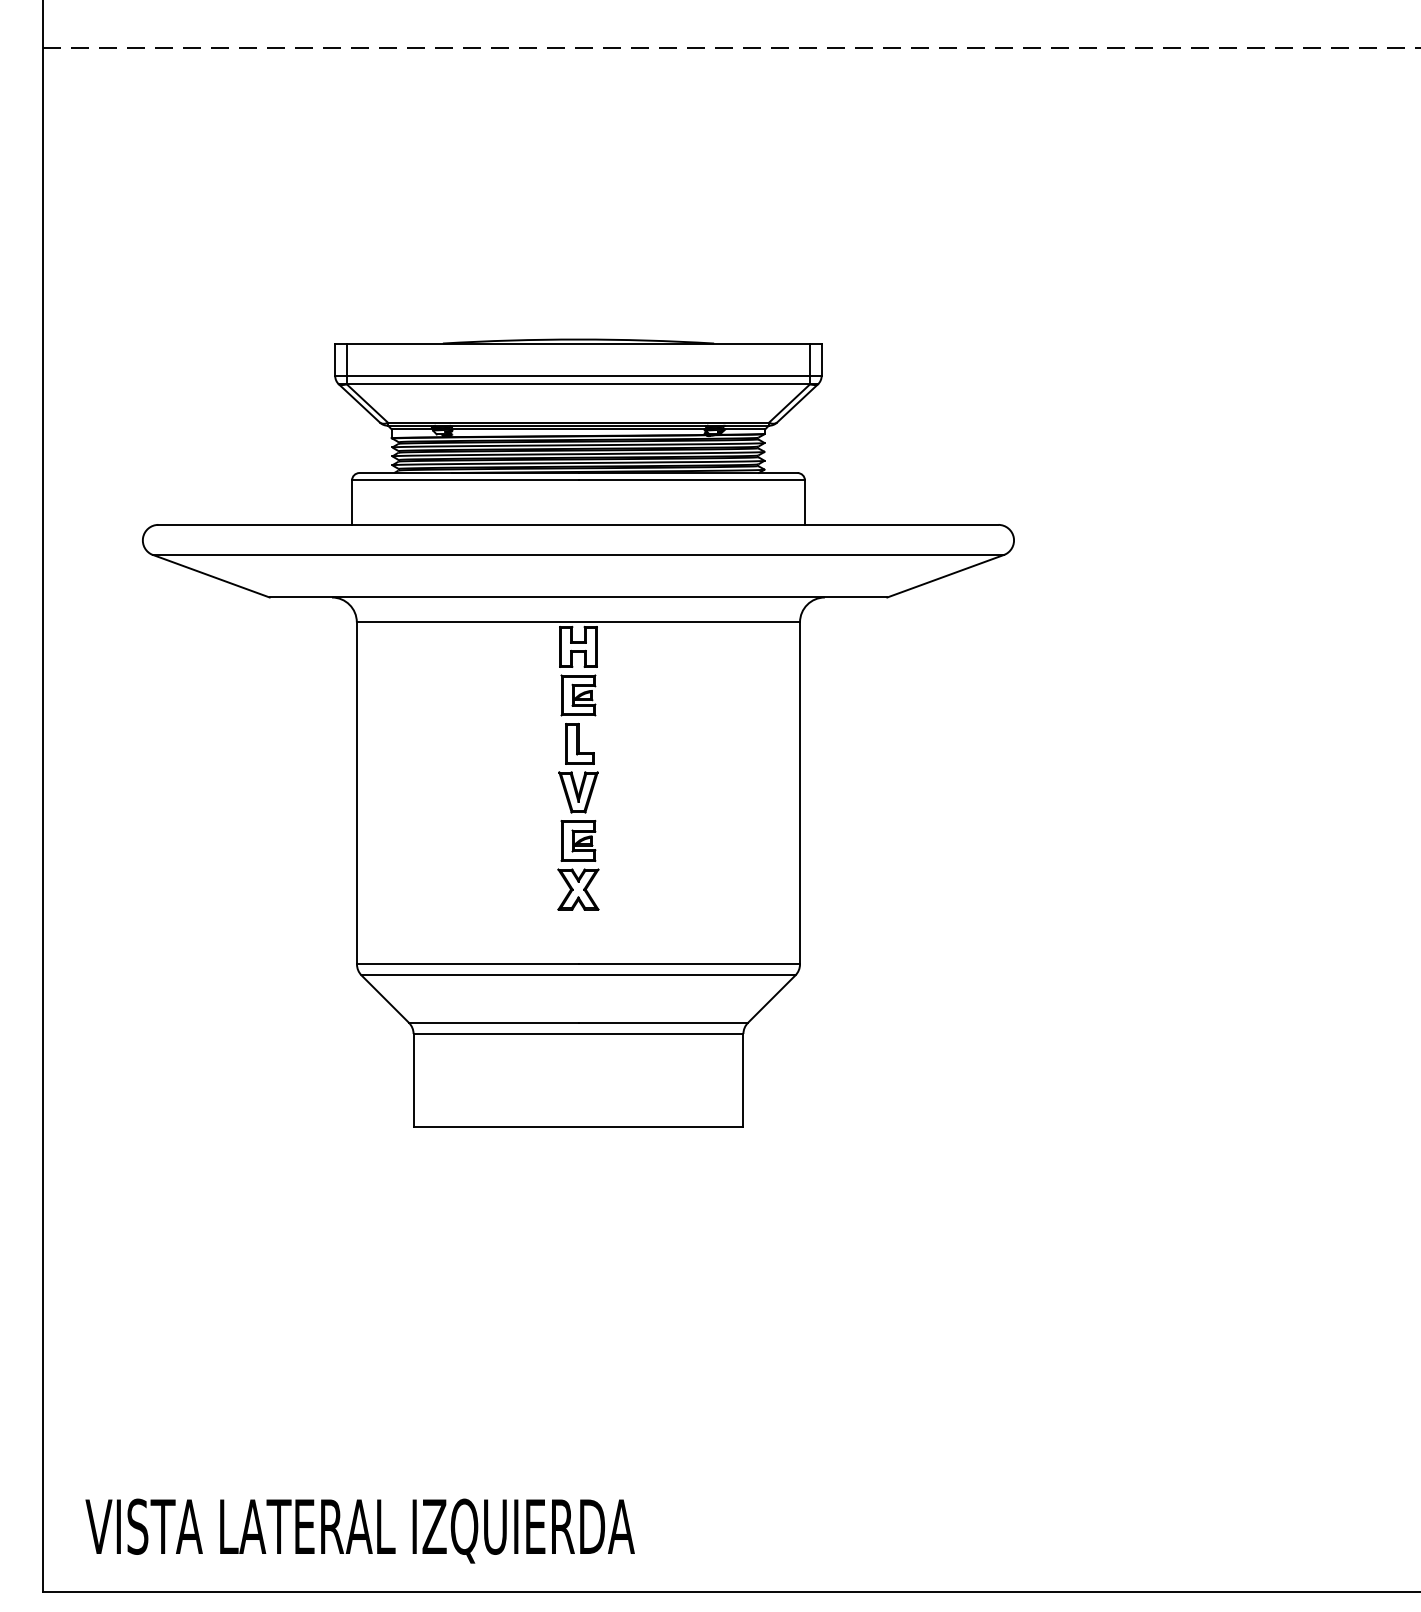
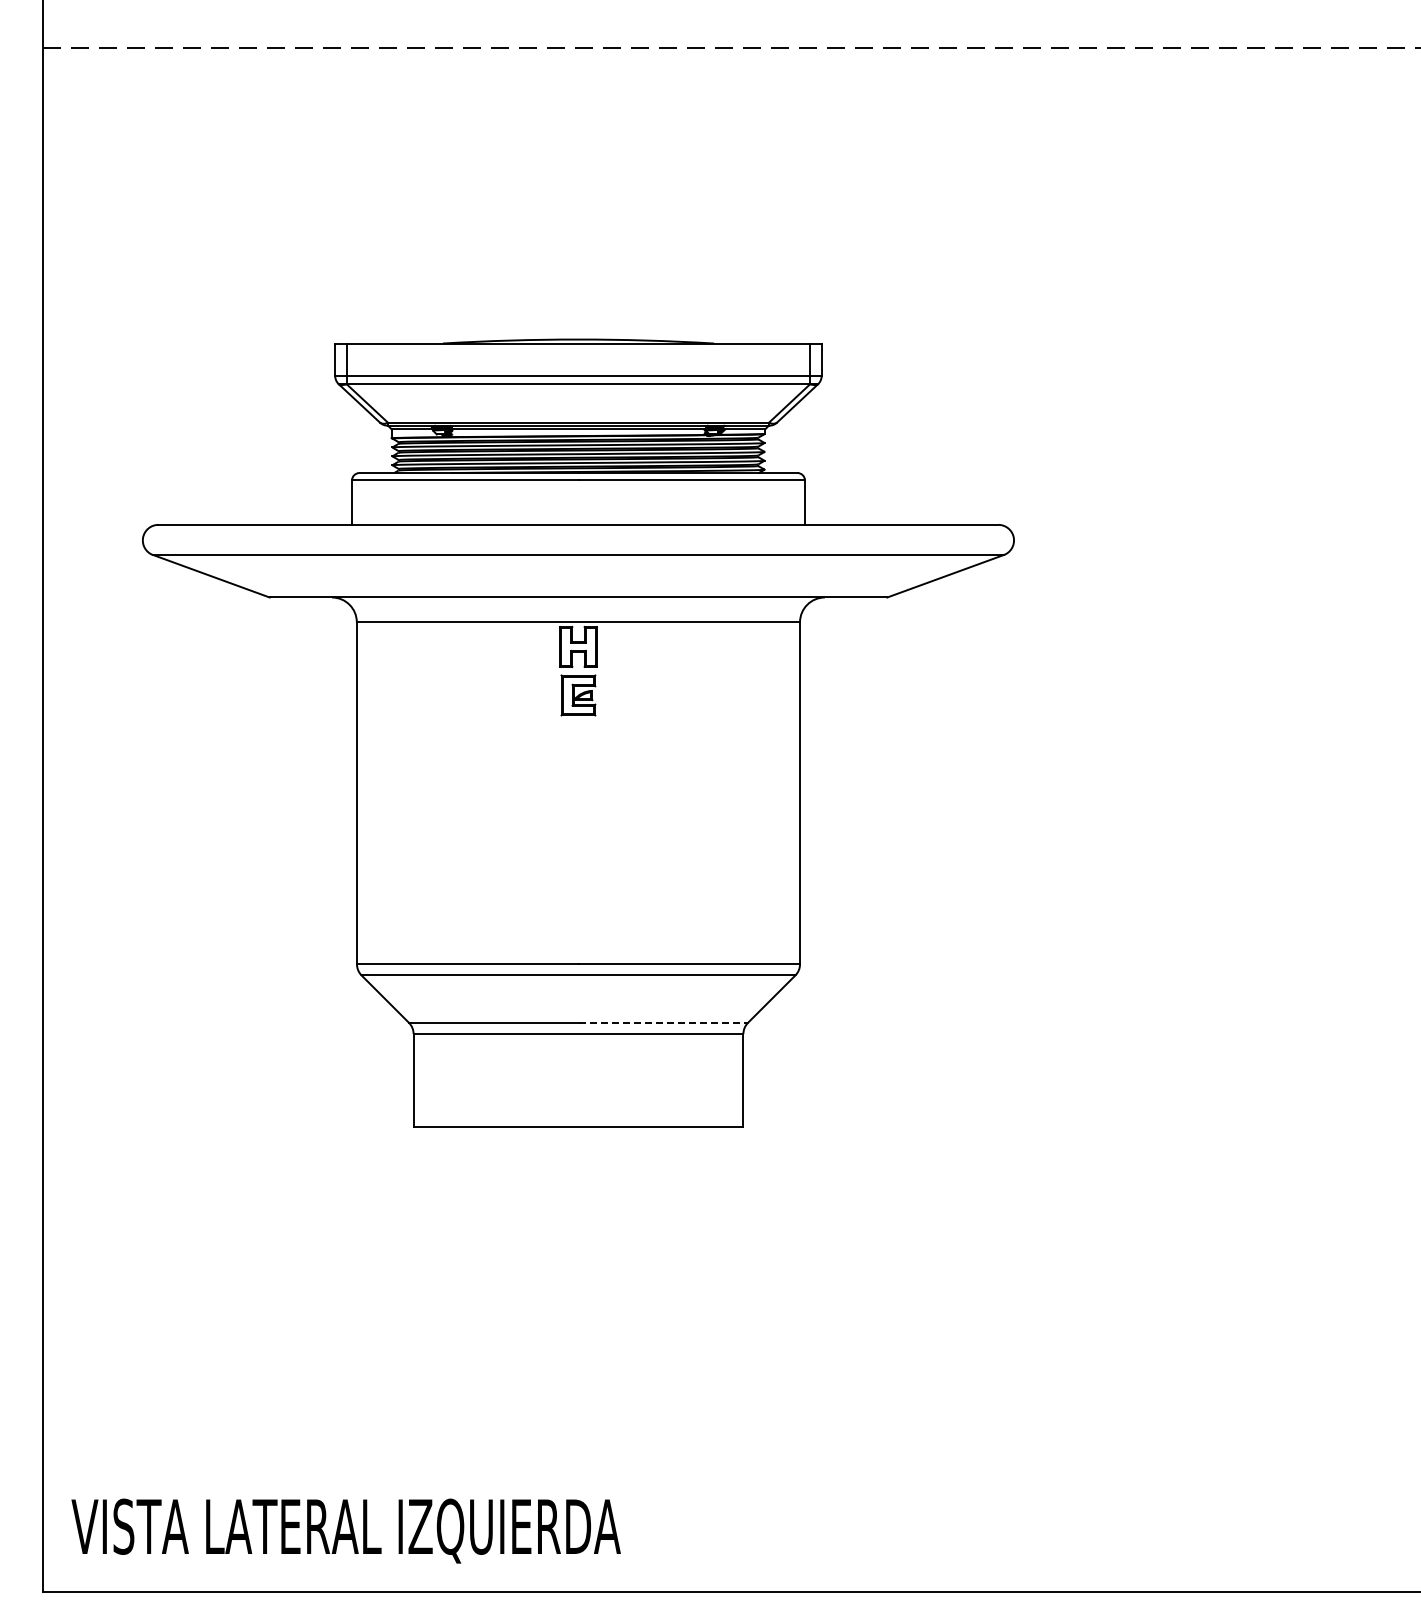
part at (578, 816): present -> none
line at (663, 1022): solid -> dashed
text at (359, 1530) position: (359, 1530) -> (345, 1530)
